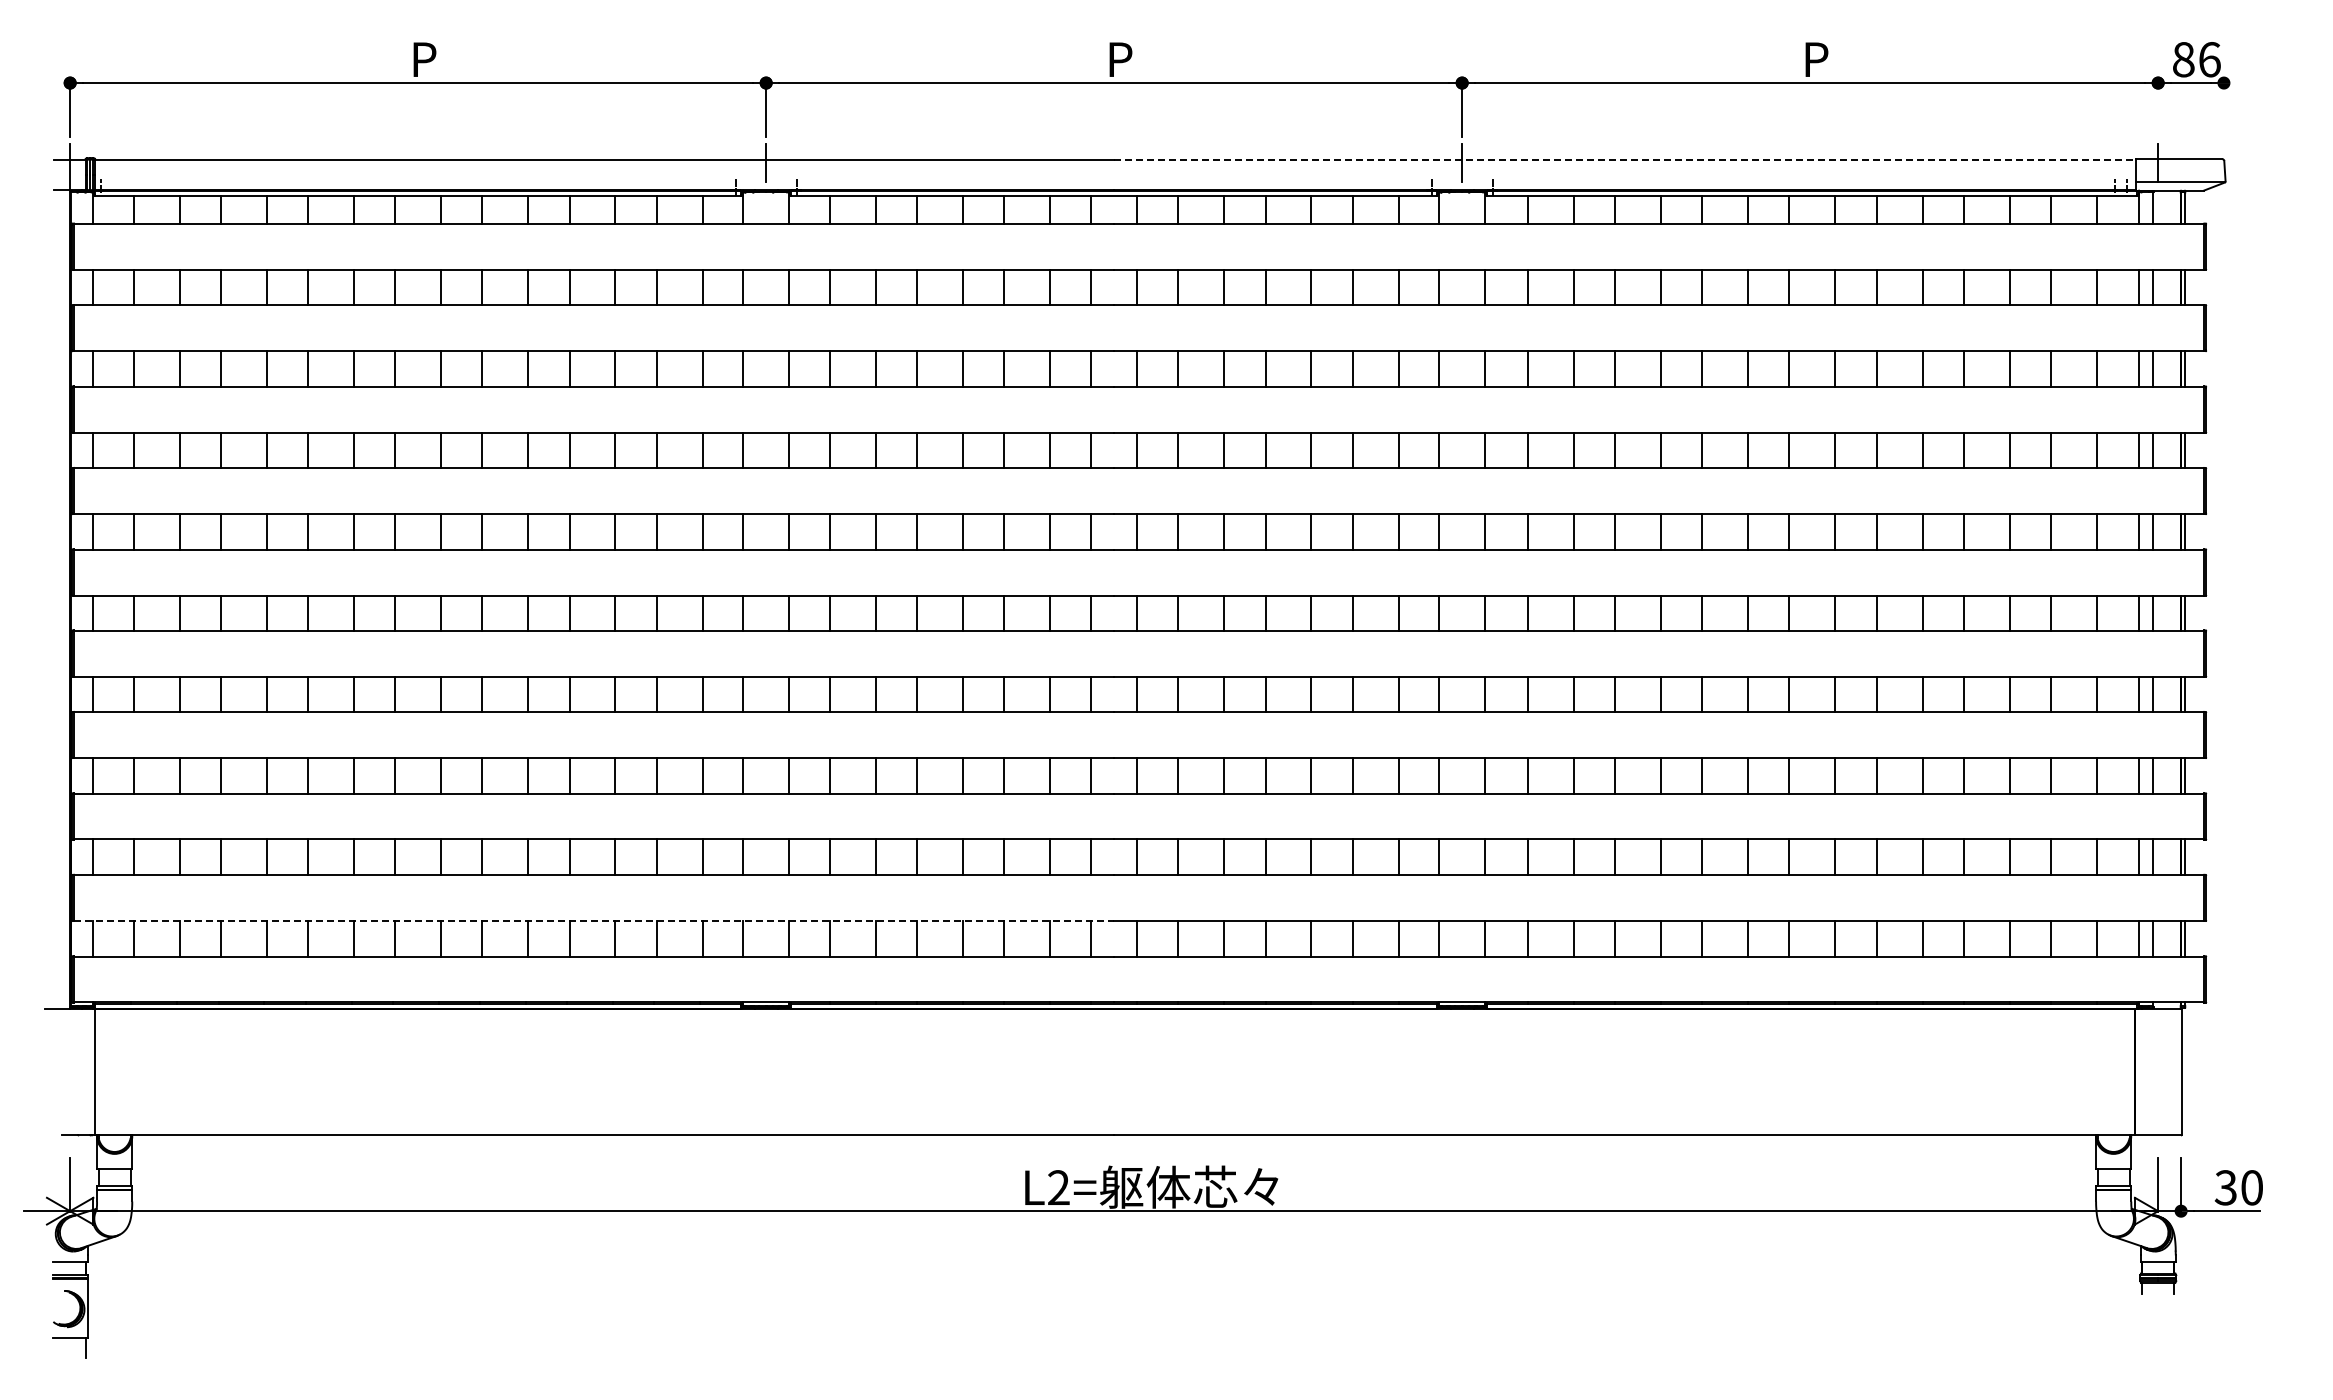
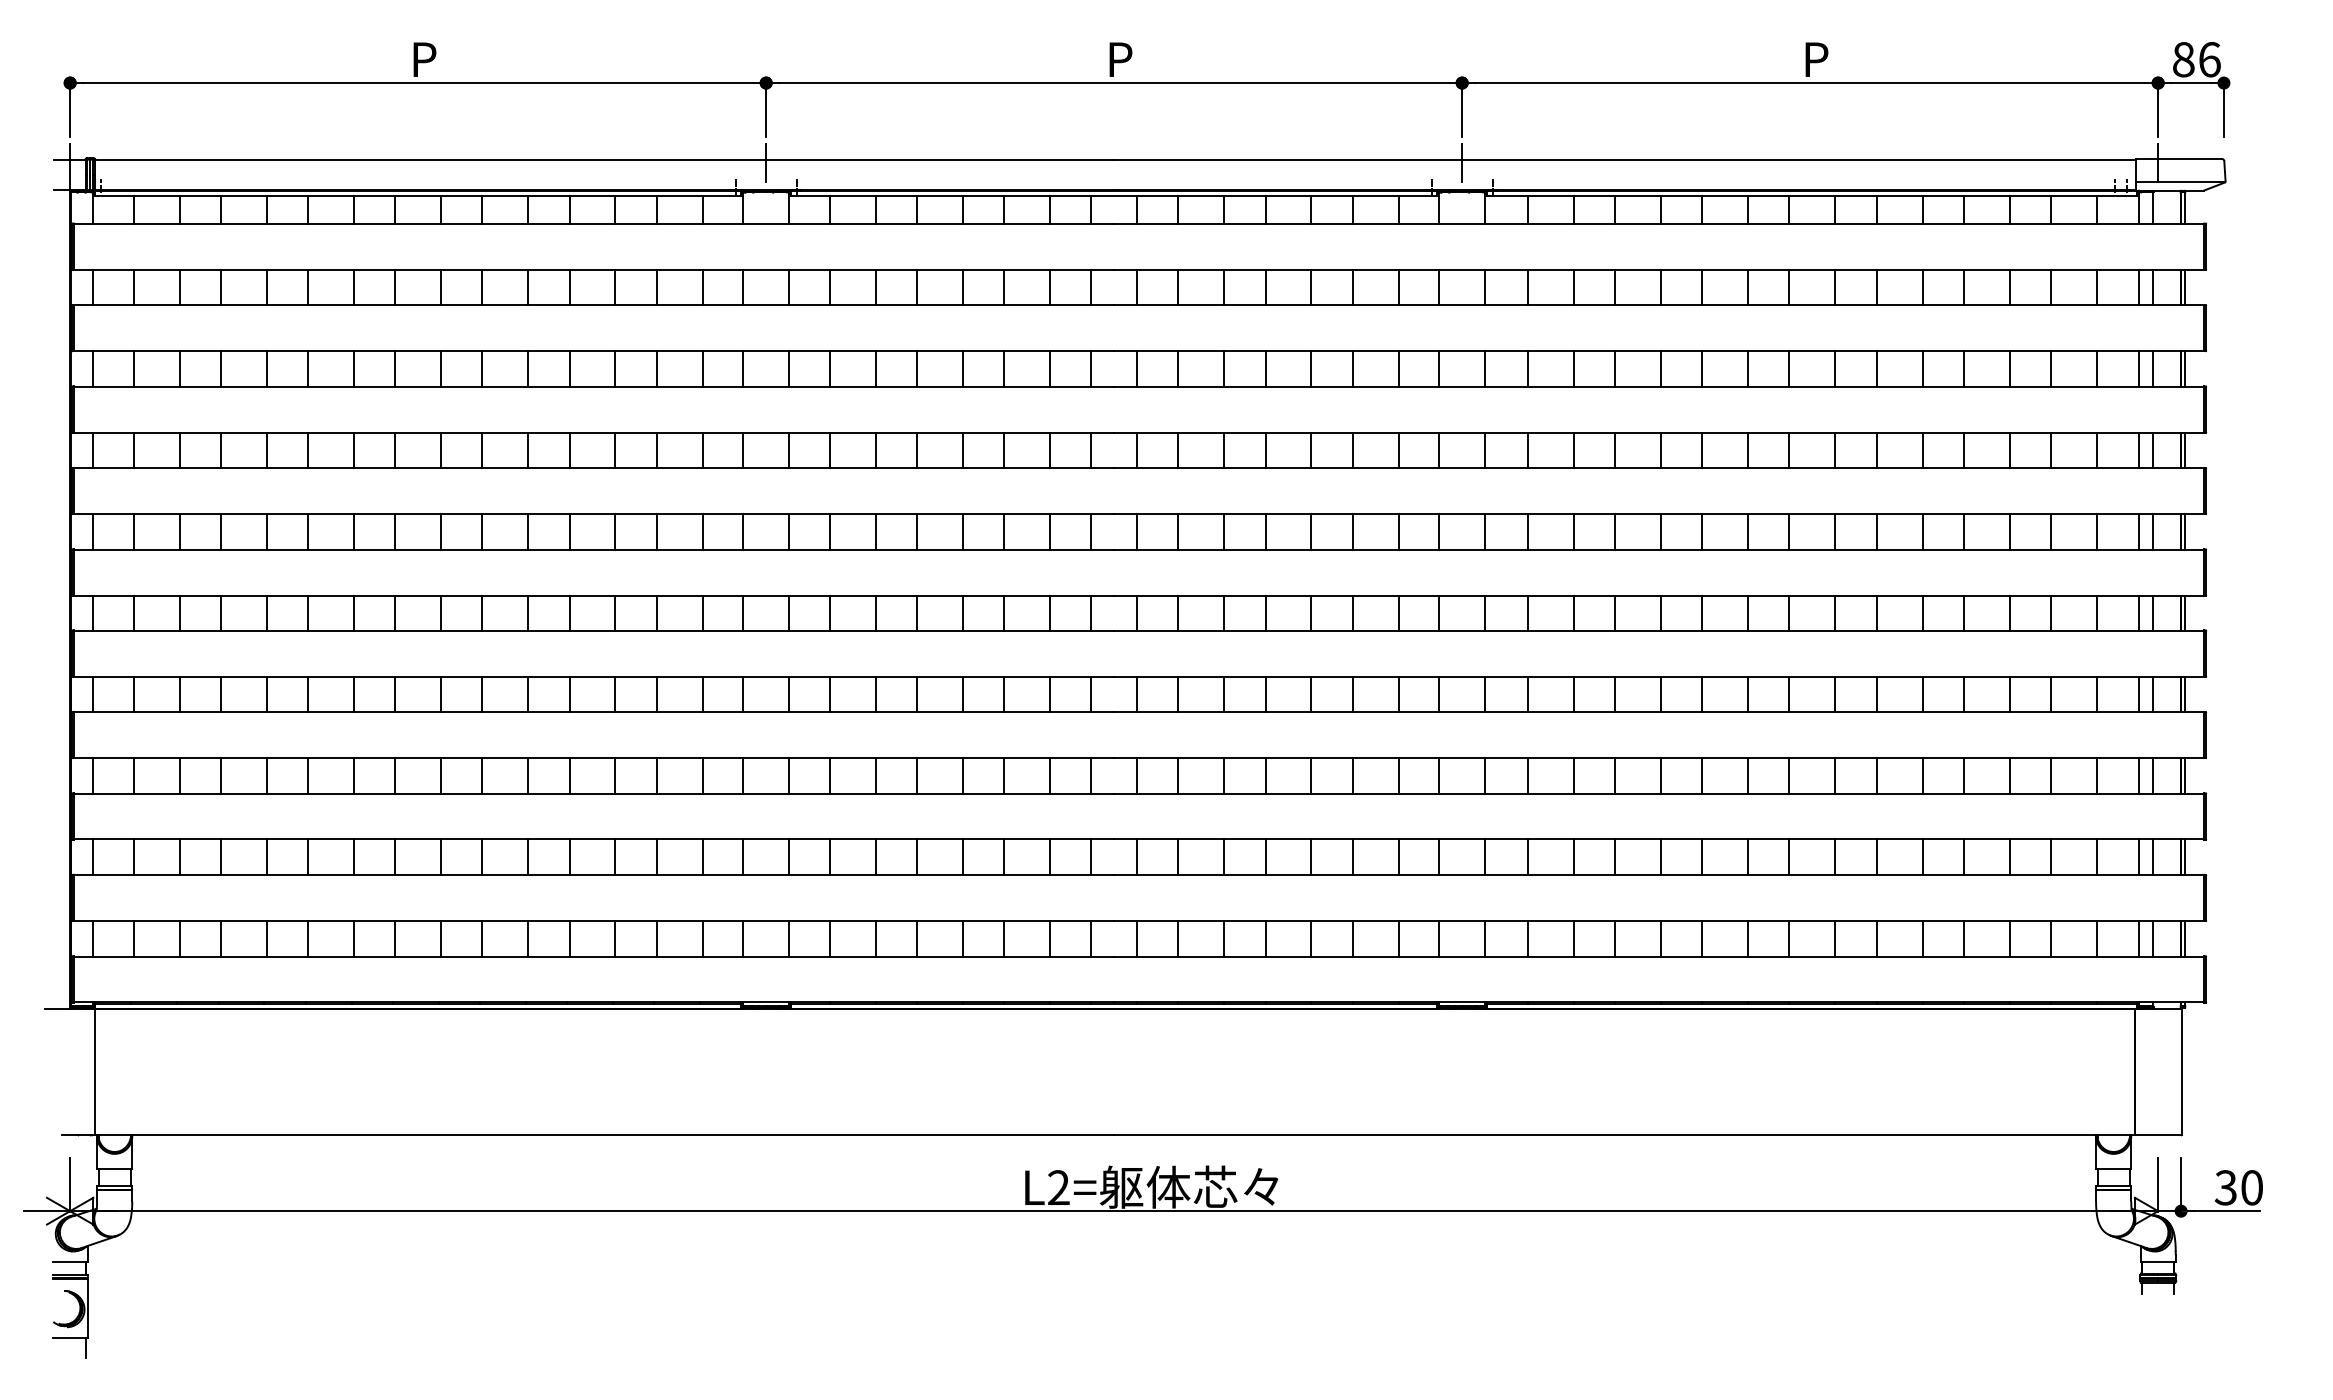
line at (2158, 109): none -> present
line at (2223, 109): none -> present
line at (1625, 159): dashed -> solid
line at (594, 920): dashed -> solid
